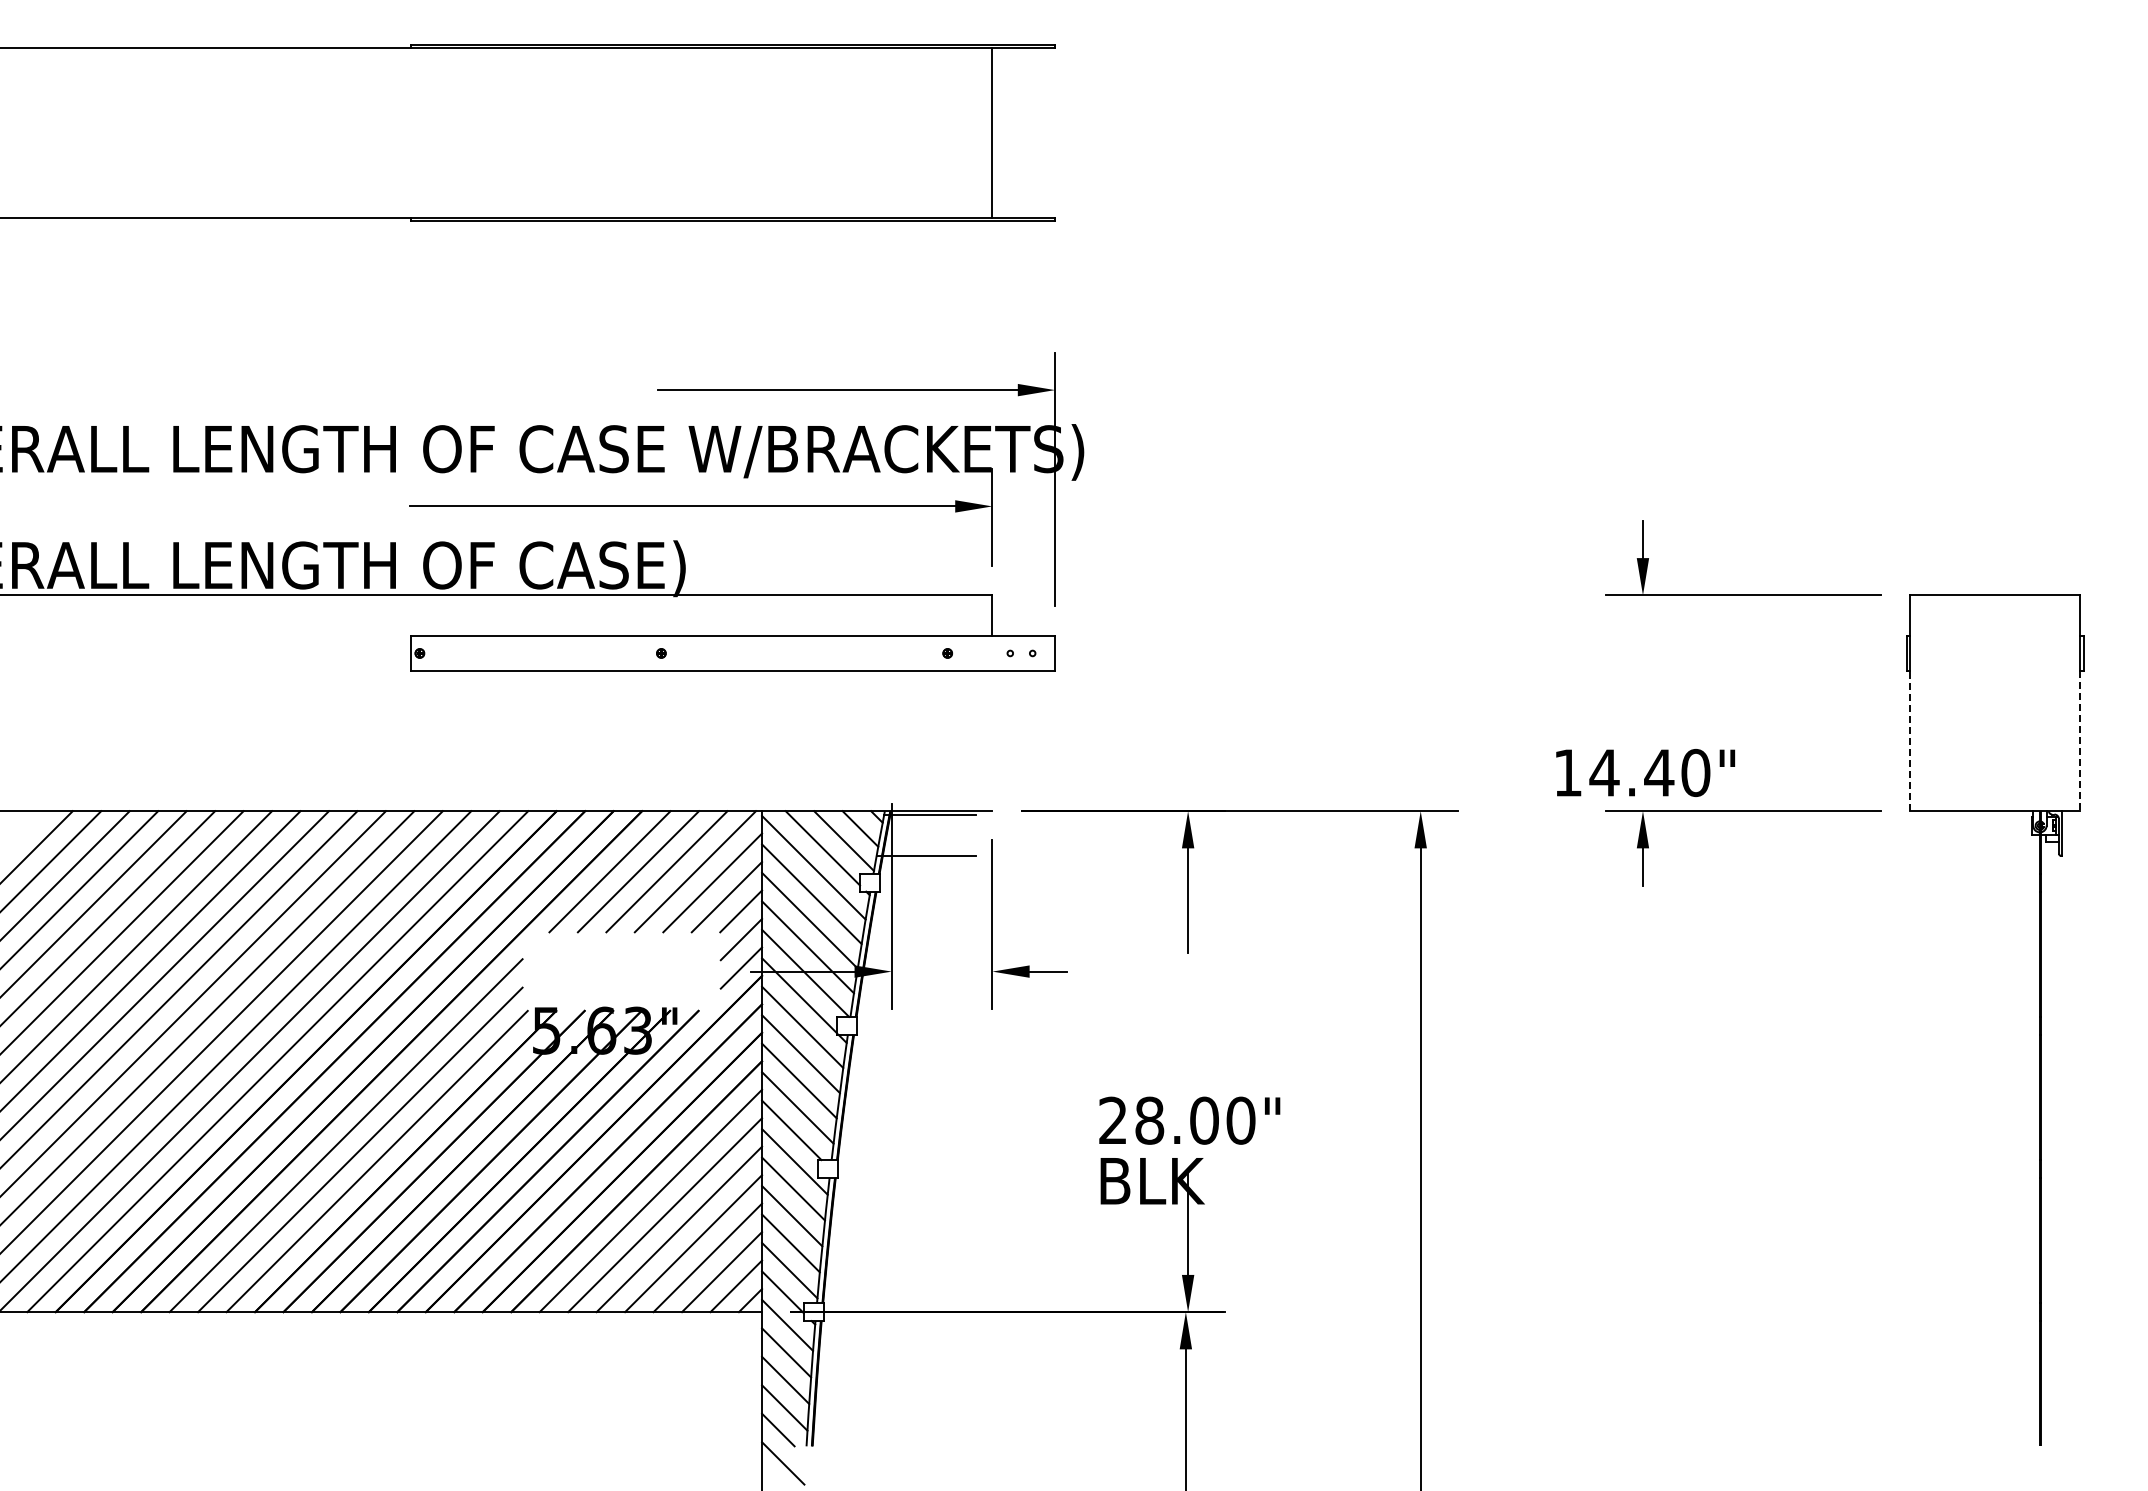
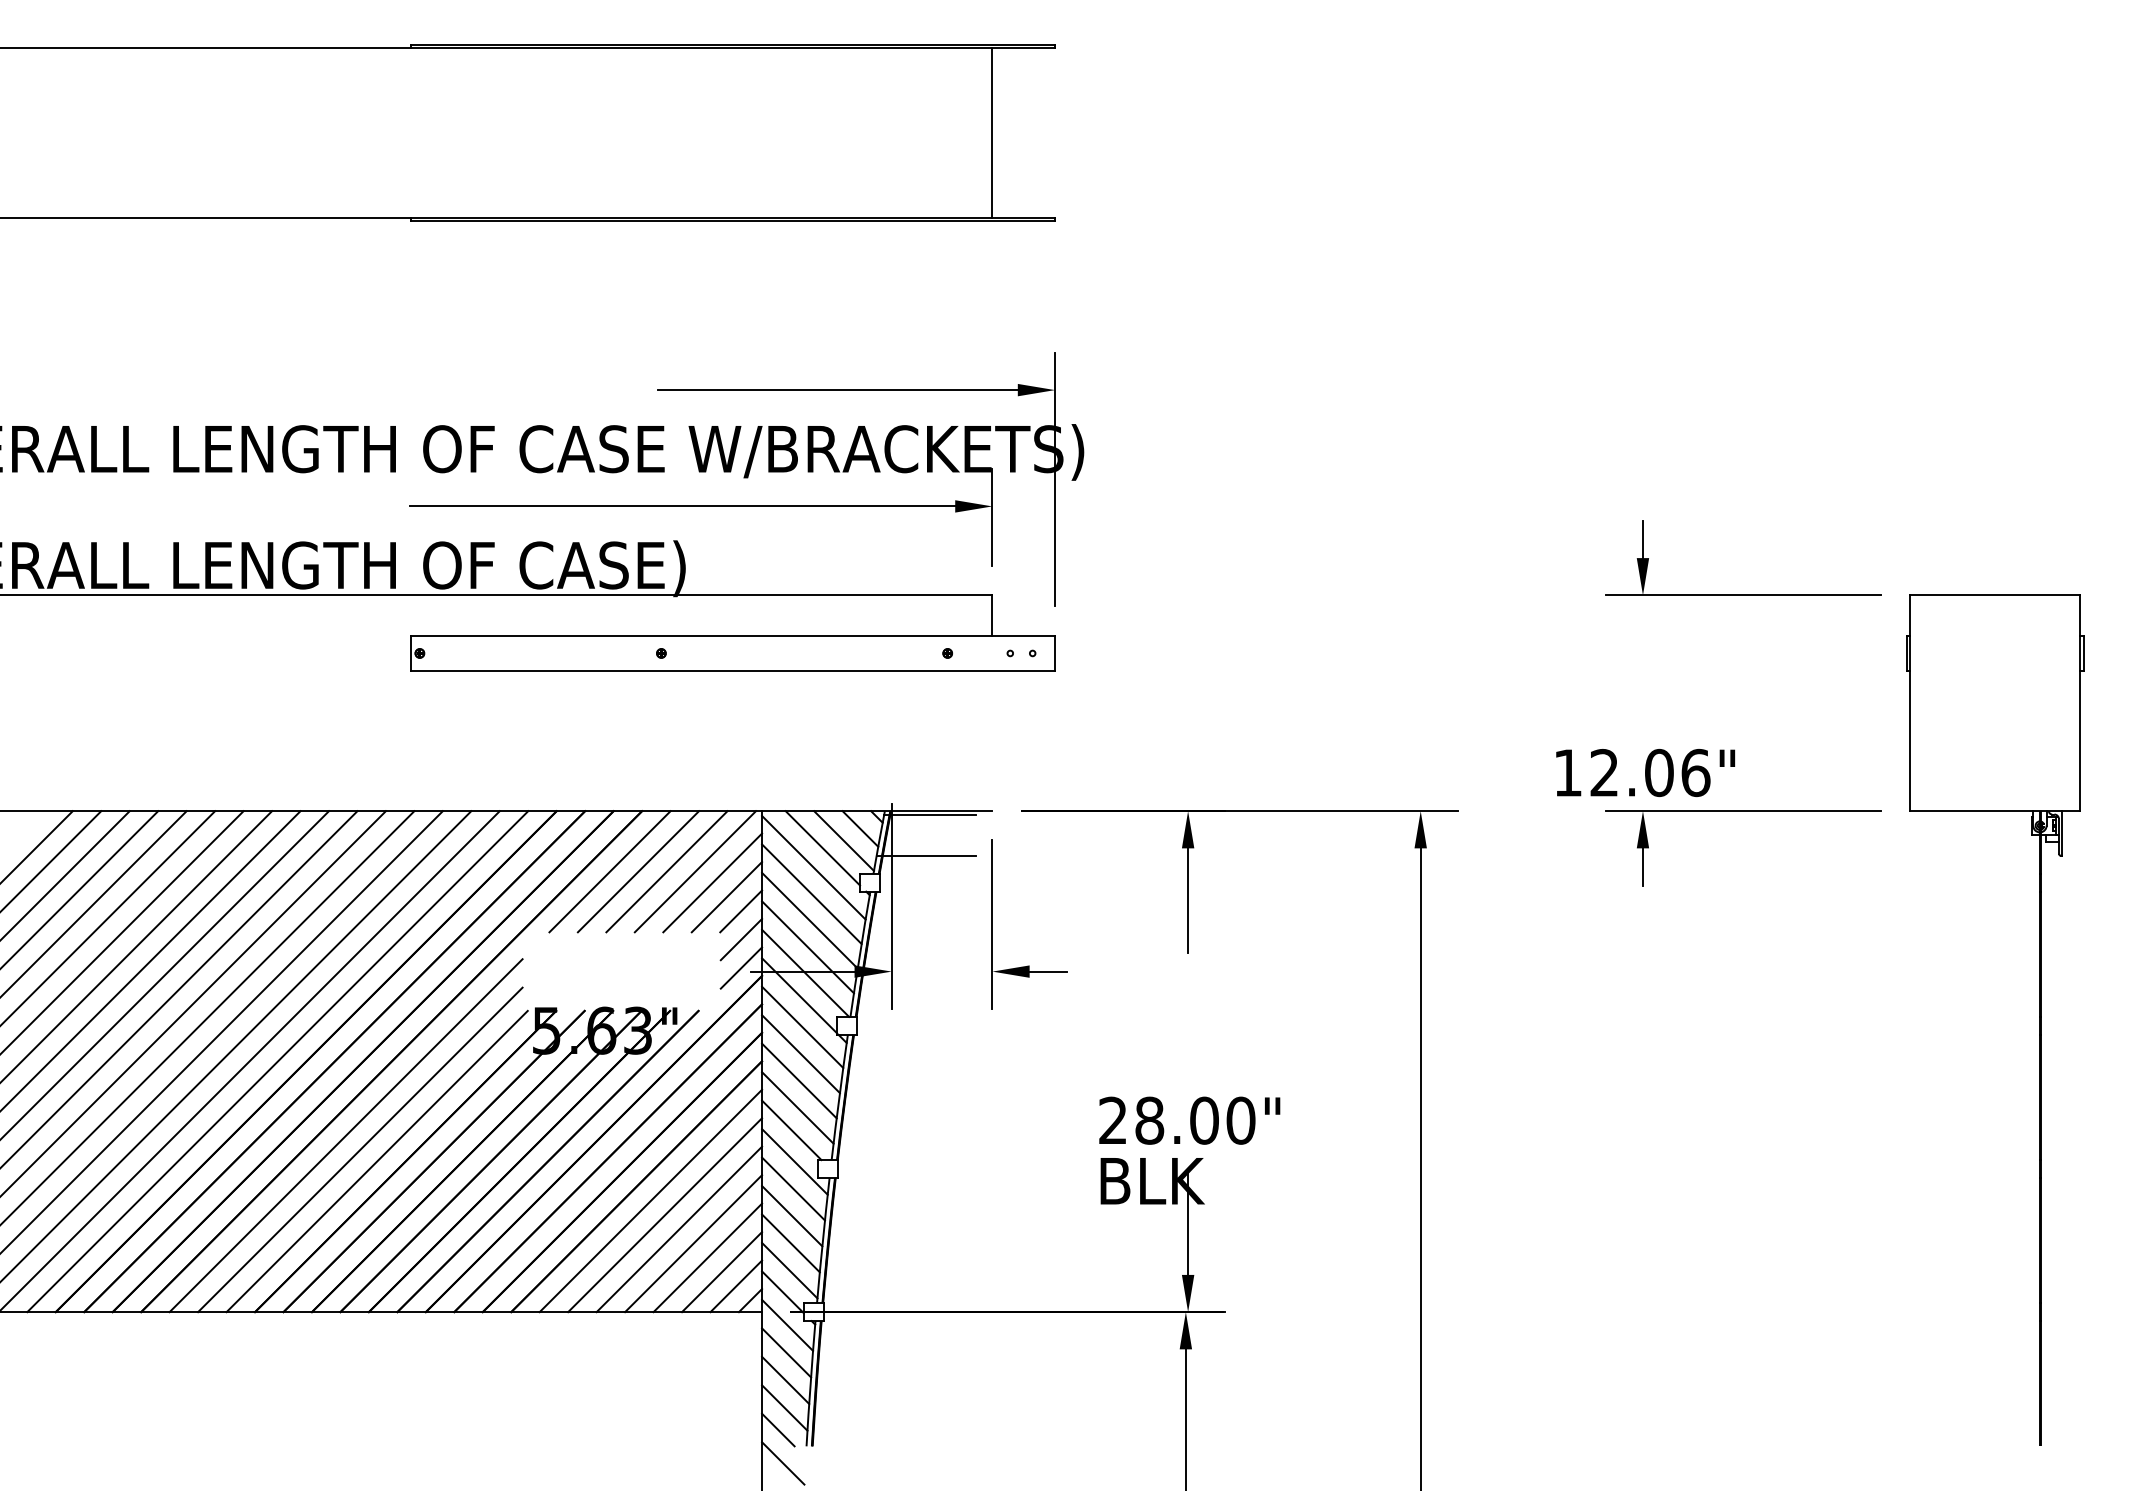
line at (1910, 741): dashed -> solid
line at (2080, 741): dashed -> solid
text at (1649, 772): 14.40" -> 12.06"
